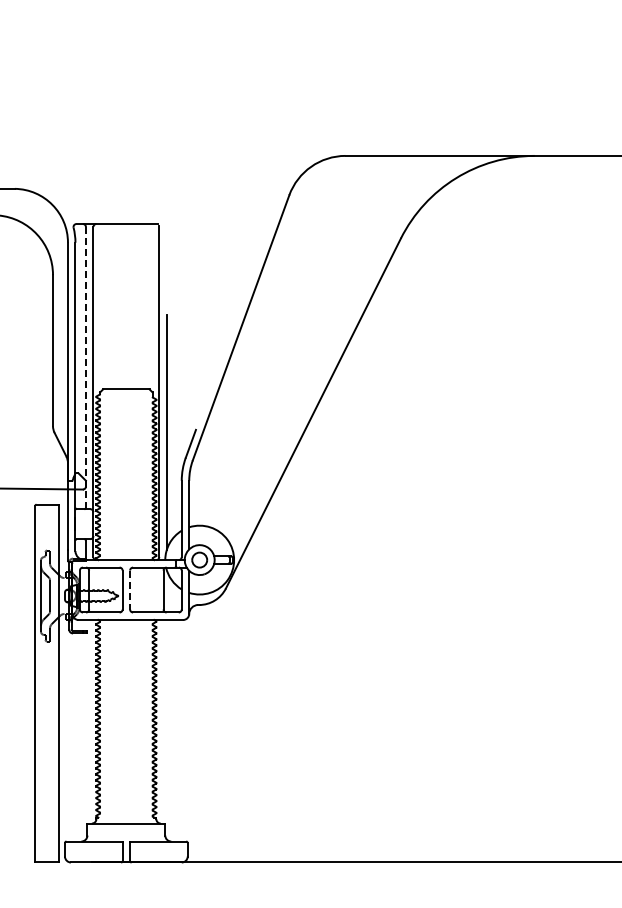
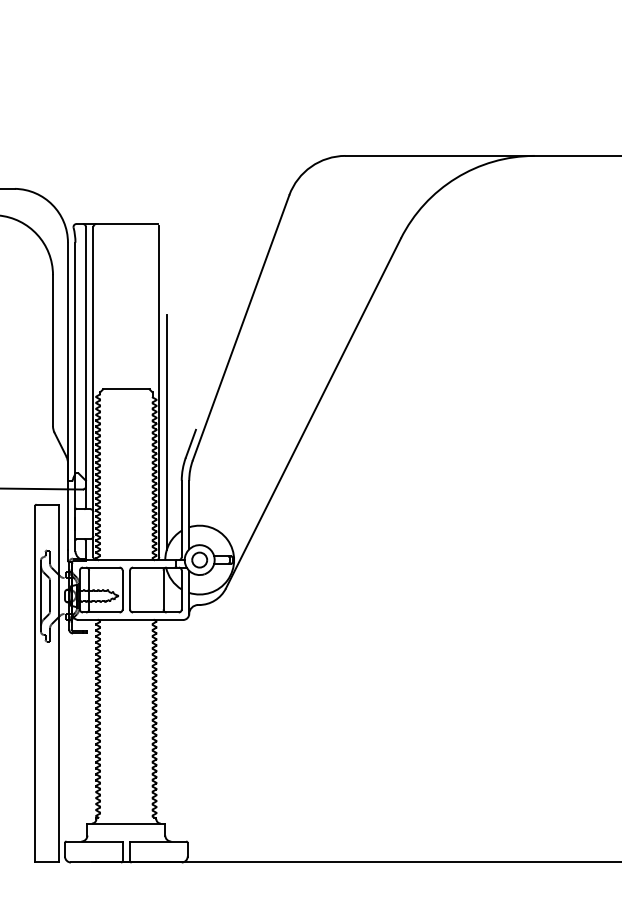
line at (85, 367): dashed -> solid
line at (130, 590): dashed -> solid
